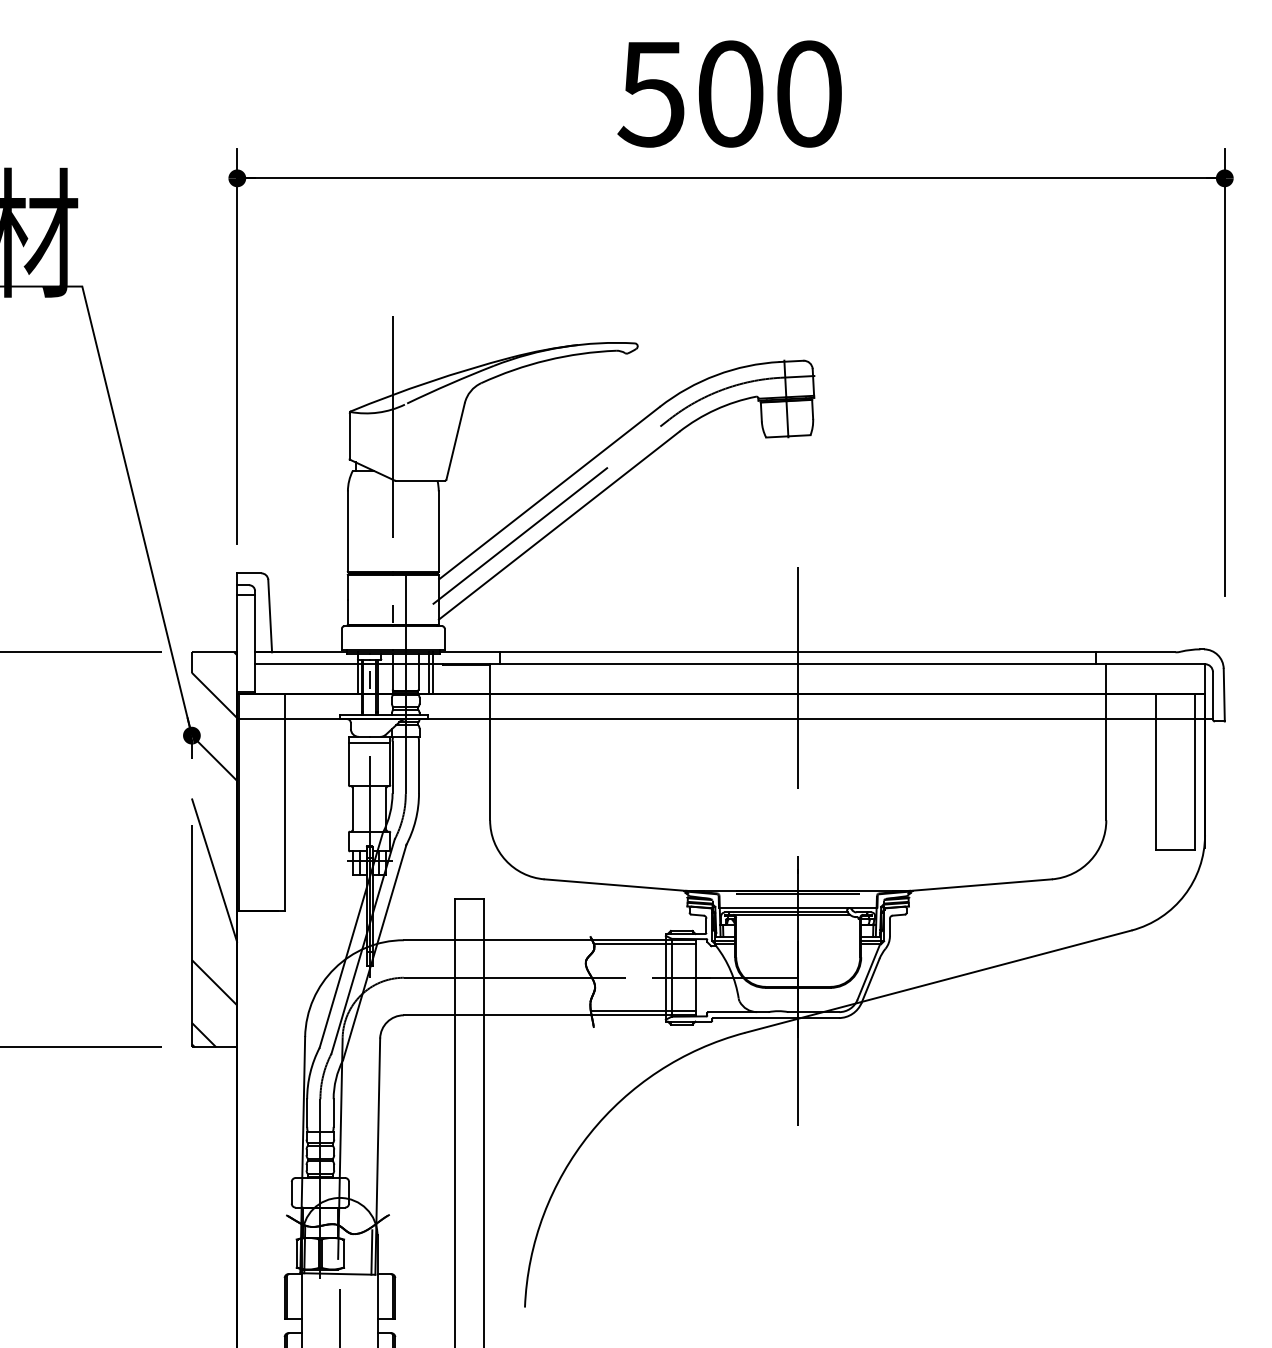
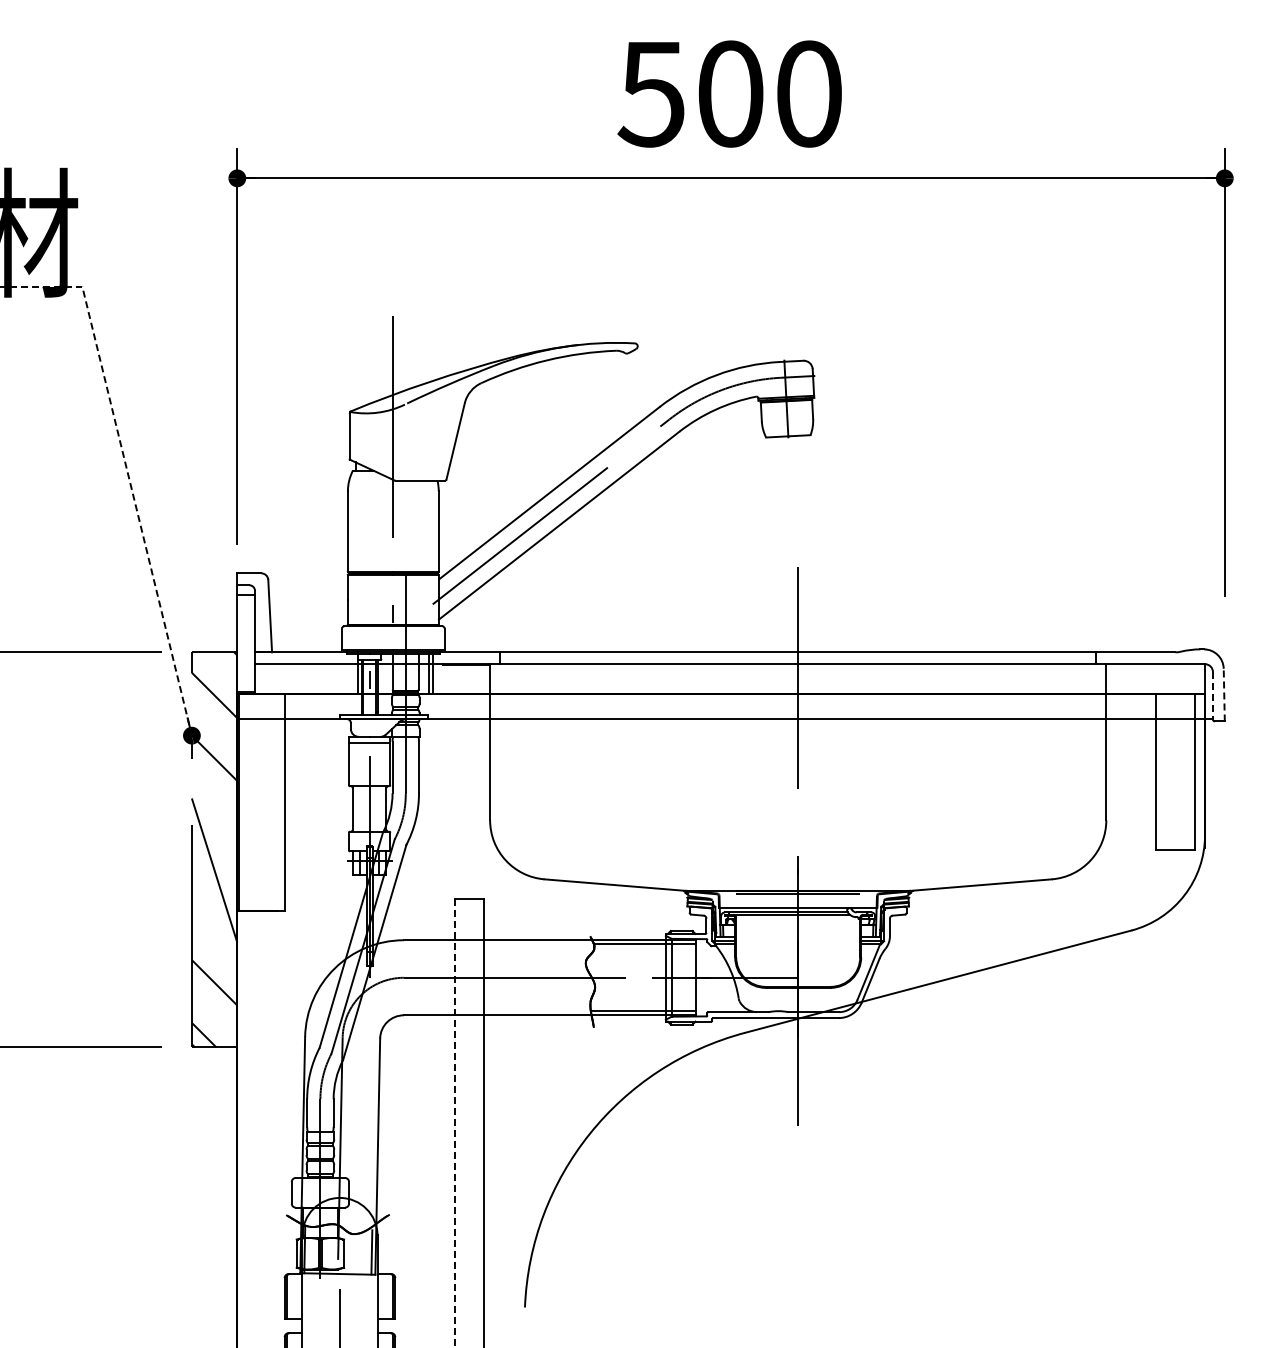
line at (127, 470): solid -> dashed
line at (1224, 694): solid -> dashed
line at (1212, 695): solid -> dashed
line at (454, 1123): solid -> dashed
